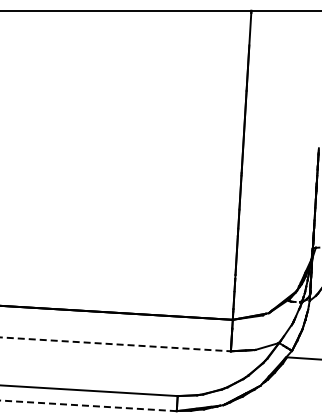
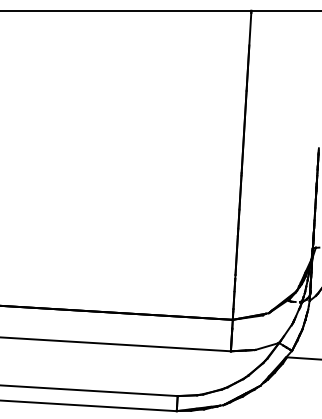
line at (116, 344): dashed -> solid
line at (88, 405): dashed -> solid
